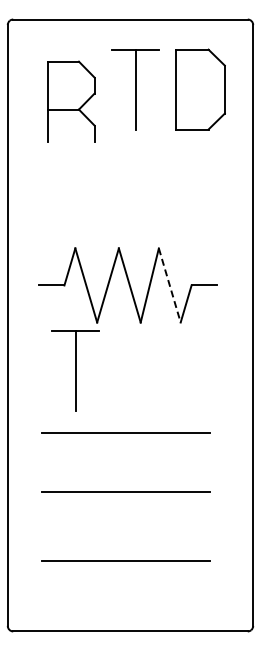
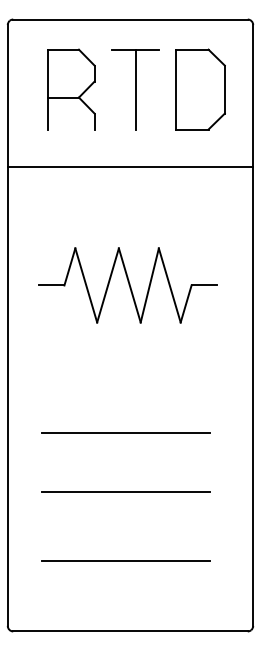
part at (71, 101) position: (71, 101) -> (71, 89)
line at (130, 167): none -> present
line at (169, 285): dashed -> solid
part at (75, 370): present -> none
